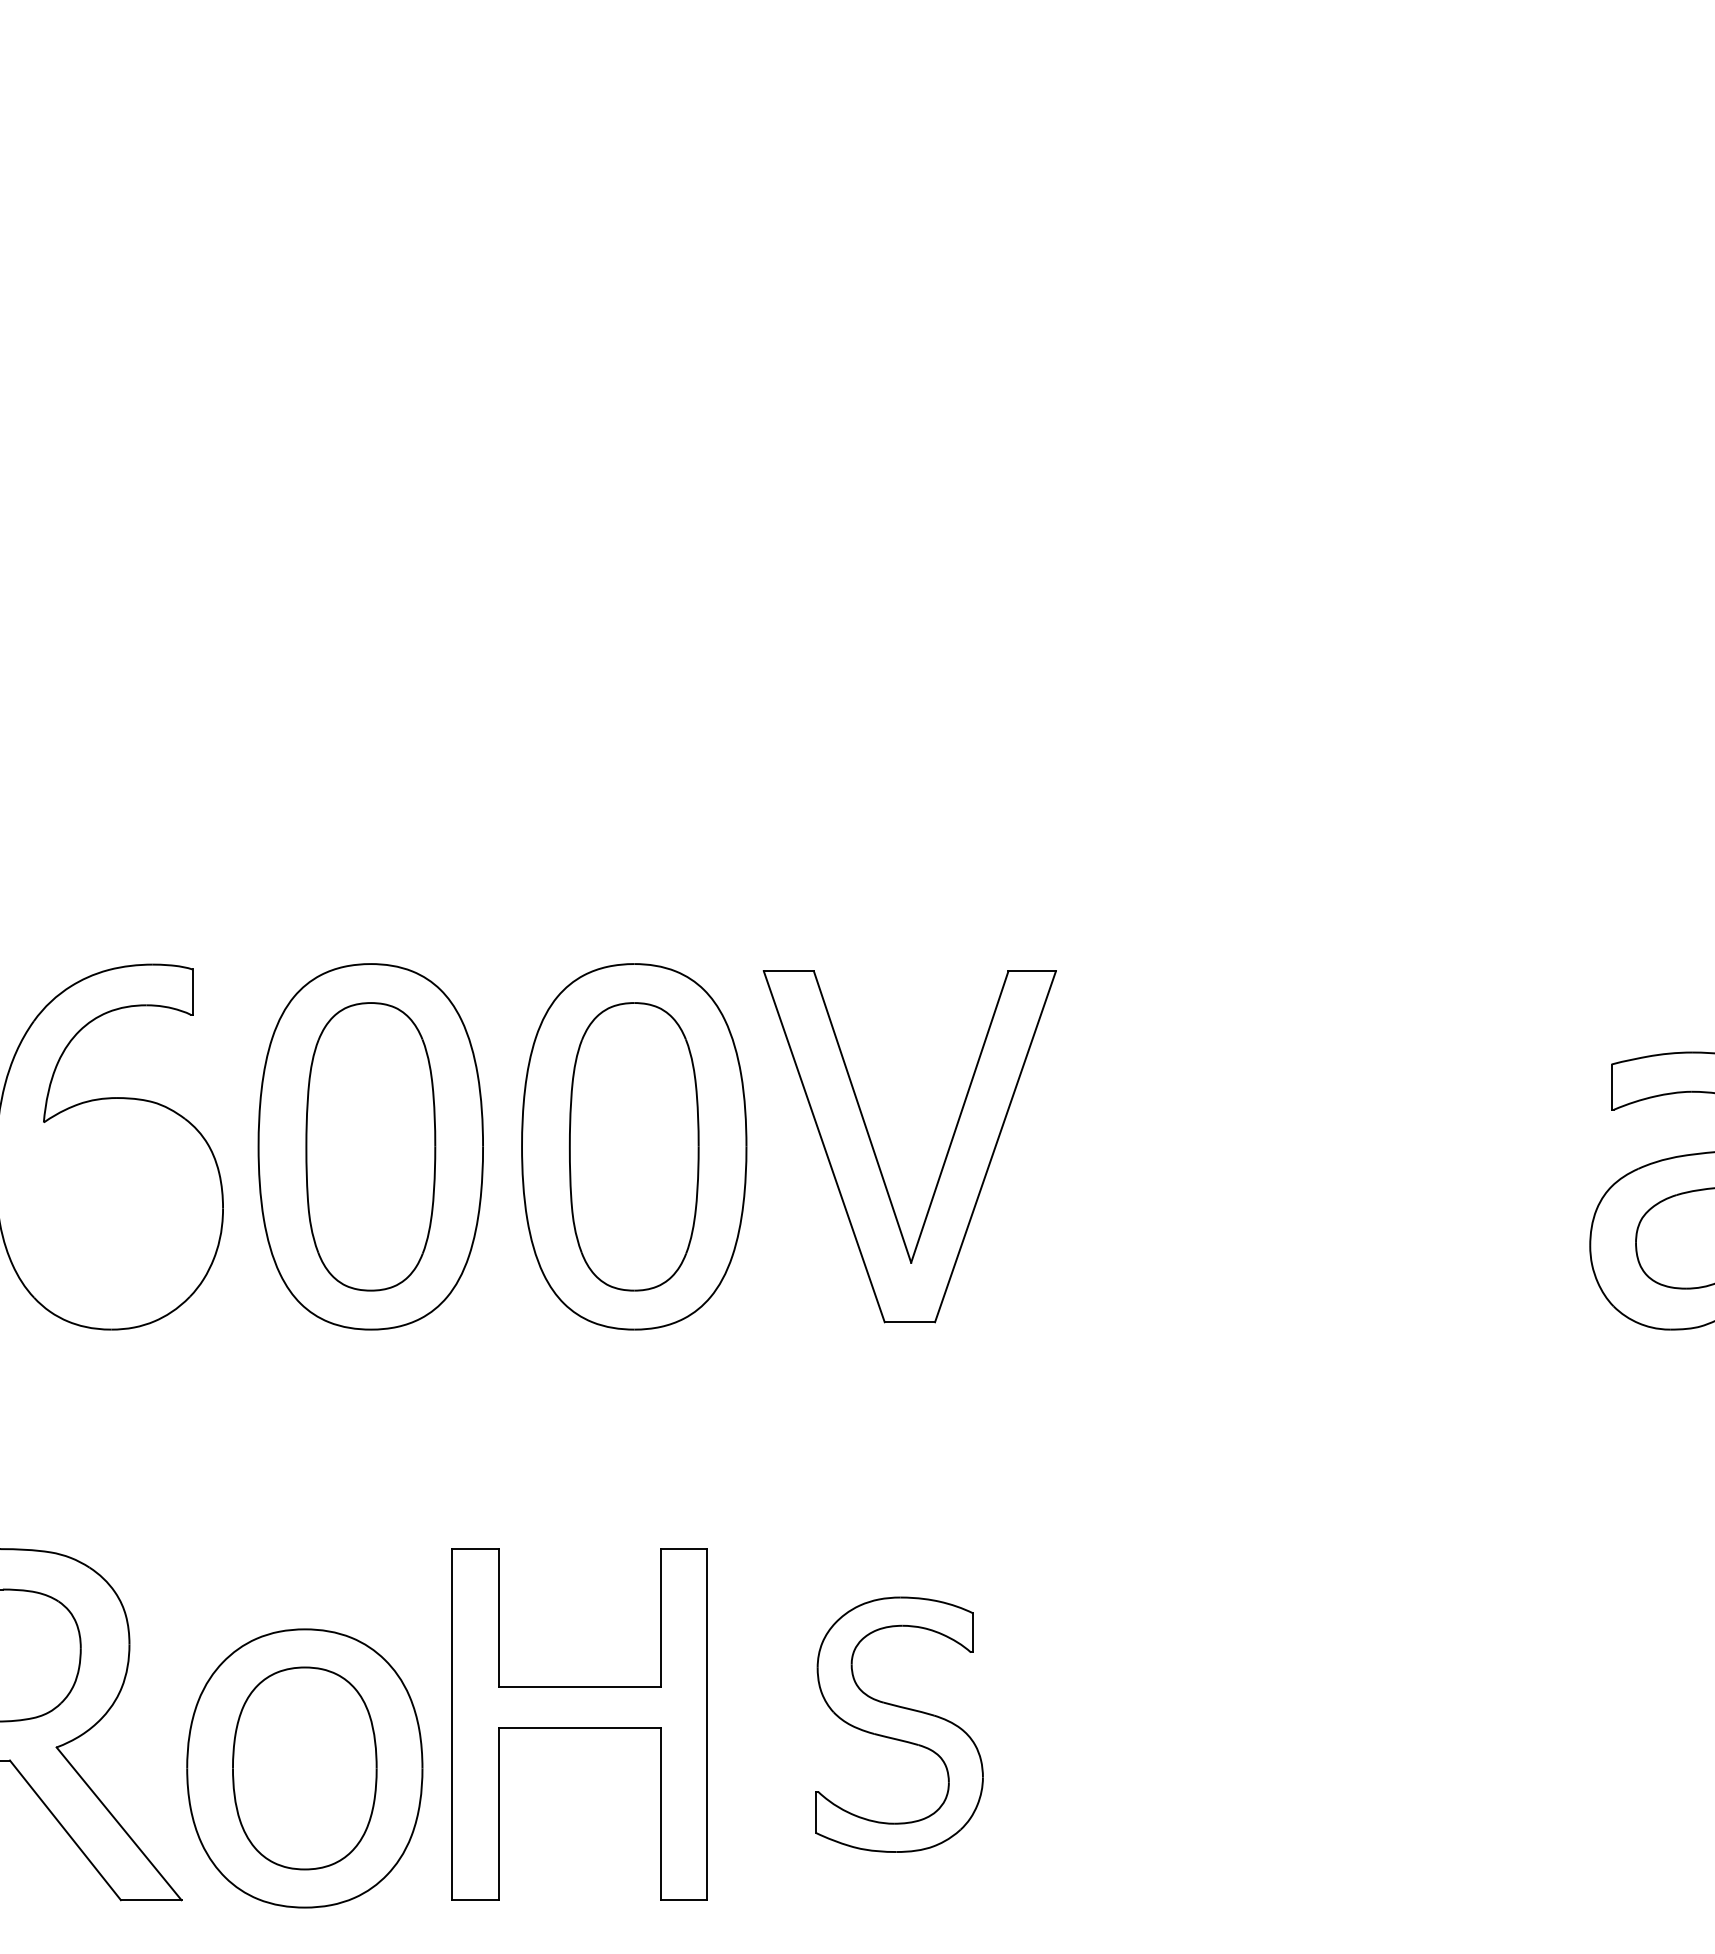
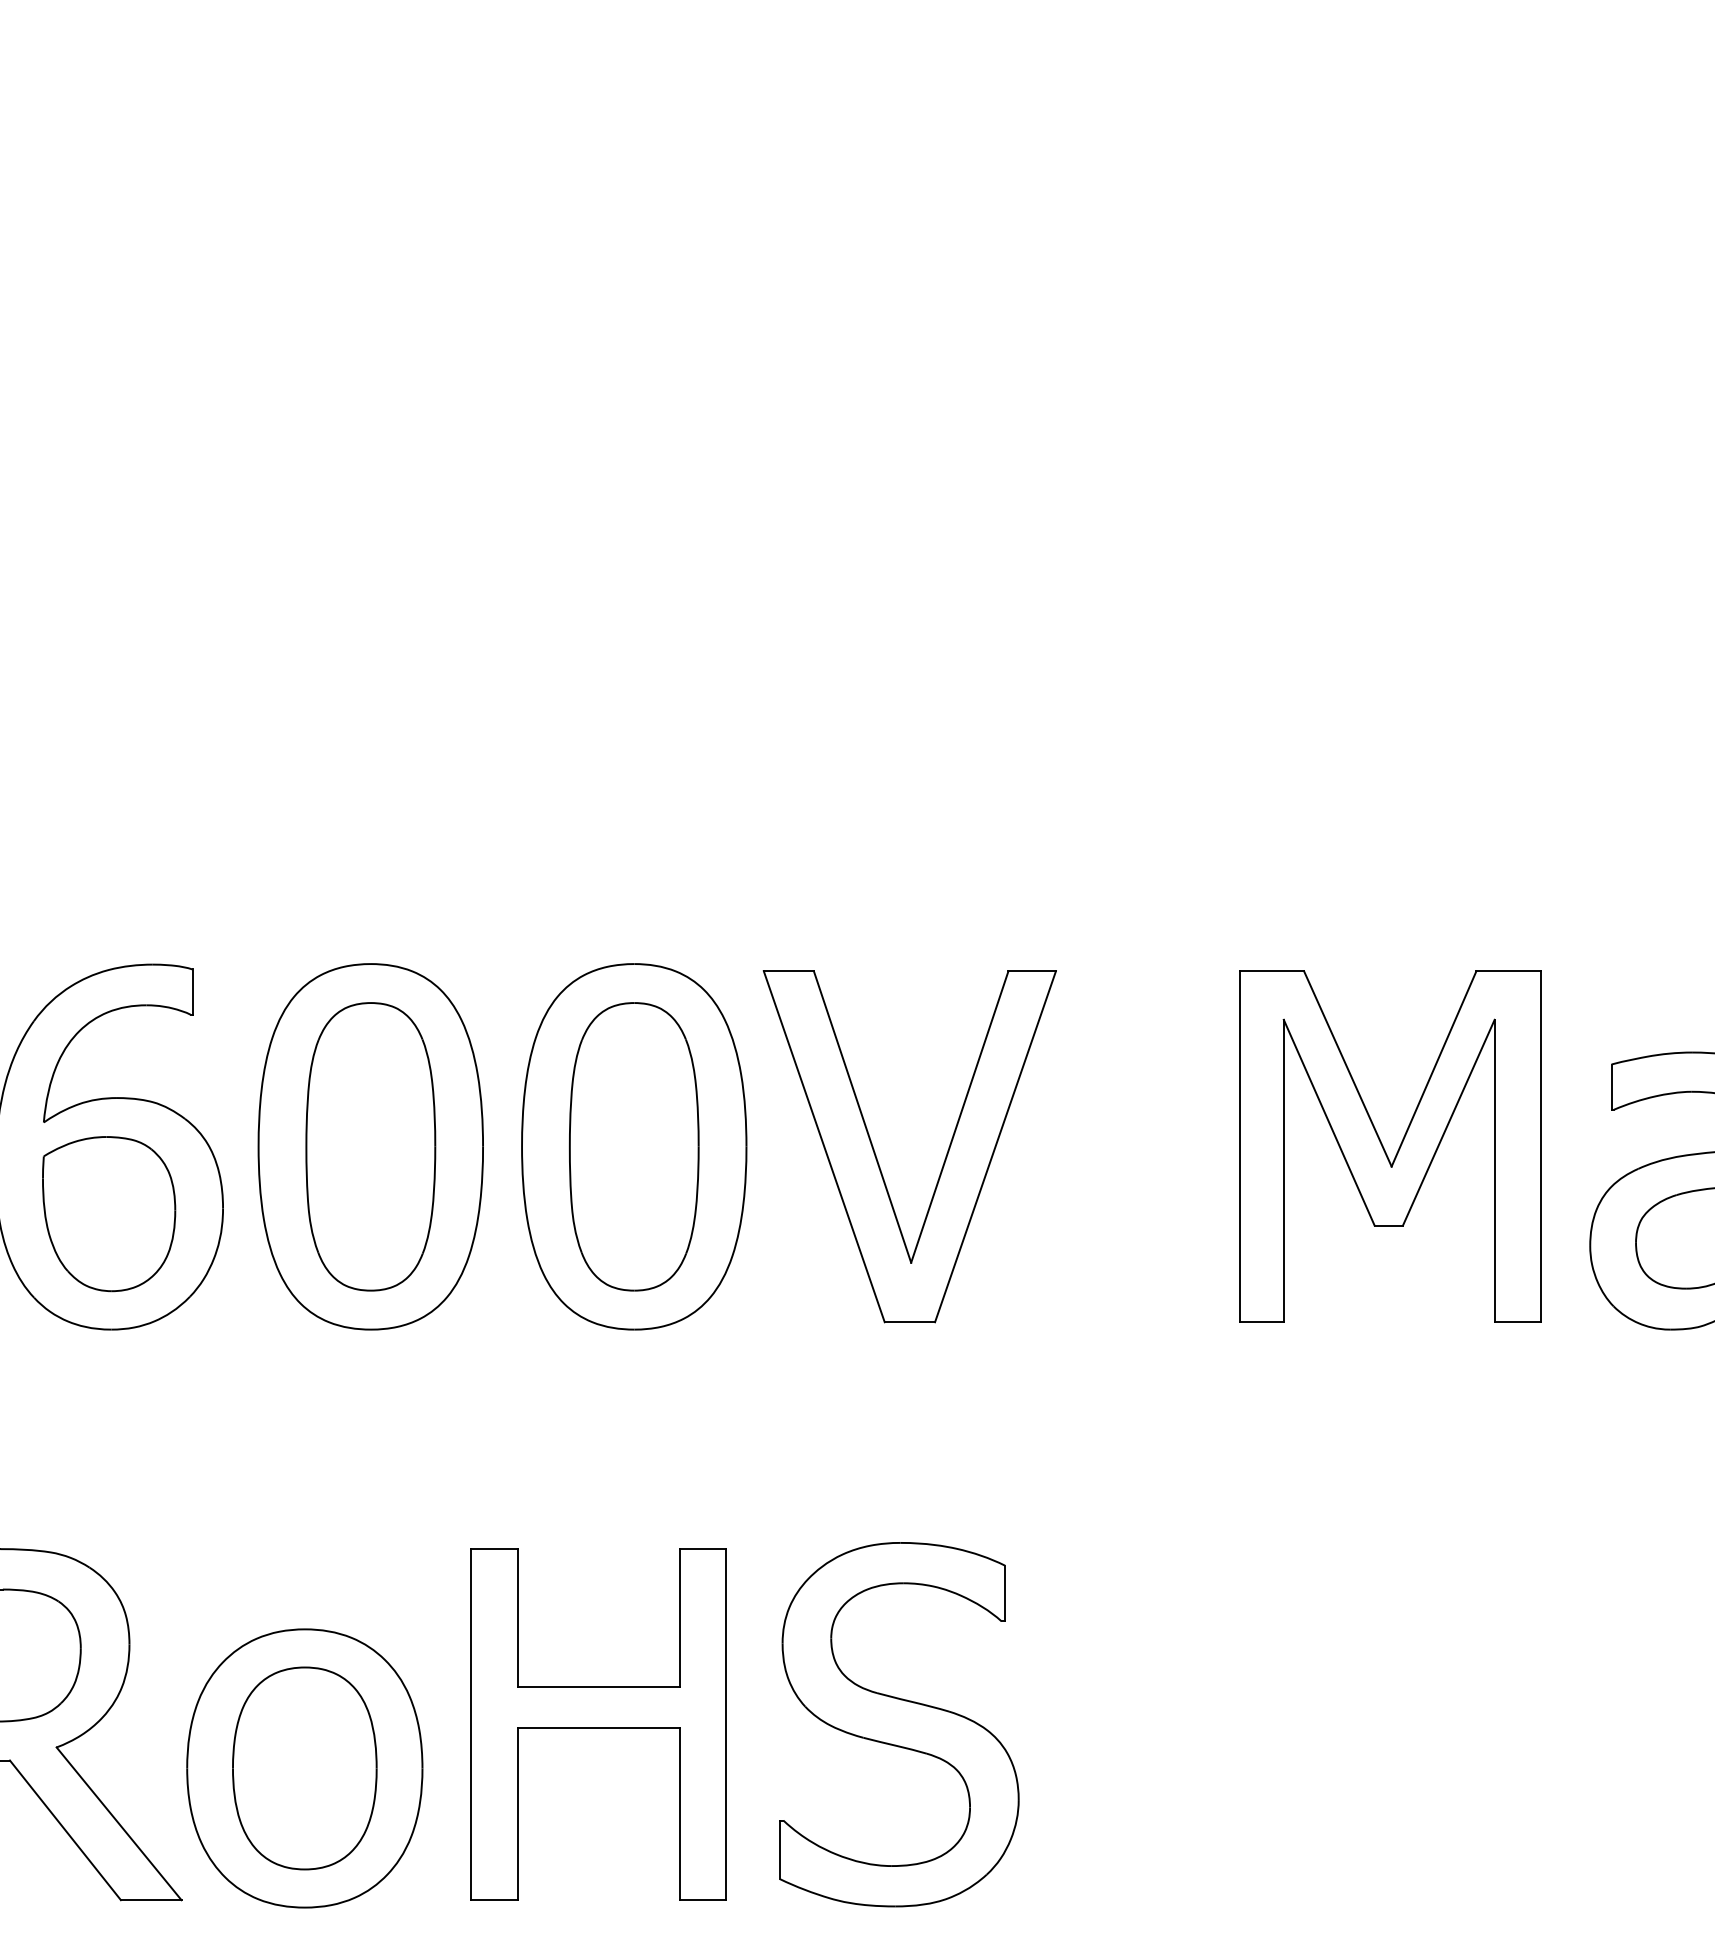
part at (1384, 1147): none -> present
part at (109, 1214): none -> present
part at (579, 1724) position: (579, 1724) -> (598, 1724)
part at (899, 1724) size: 169x257 px -> 241x366 px
